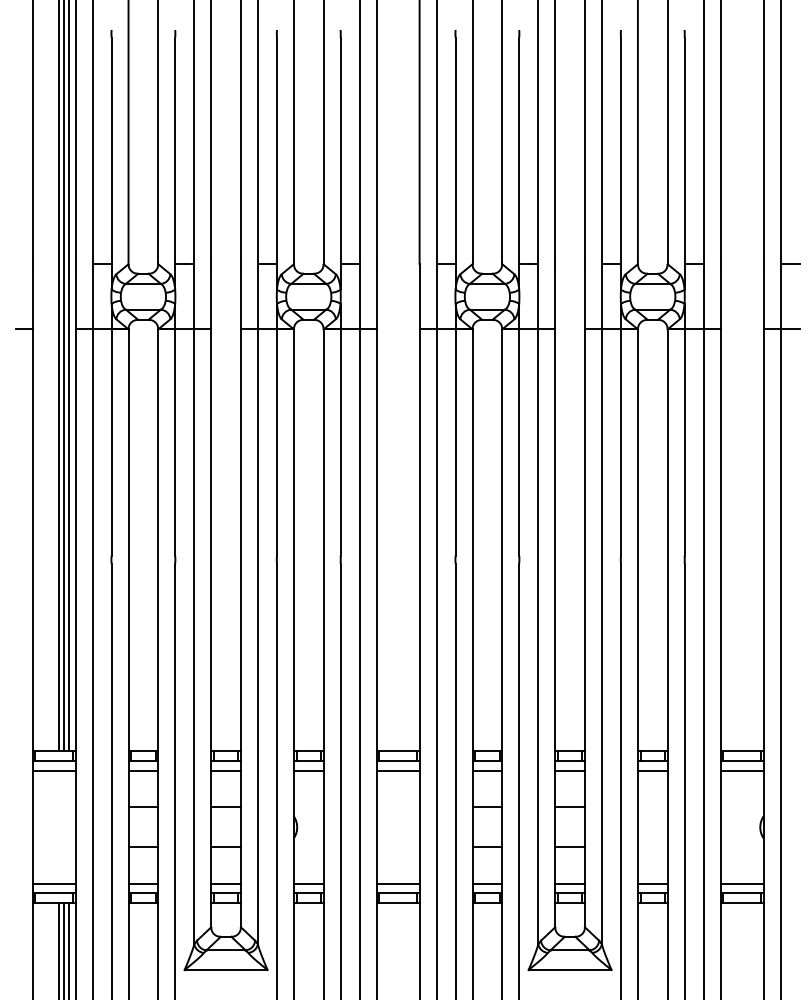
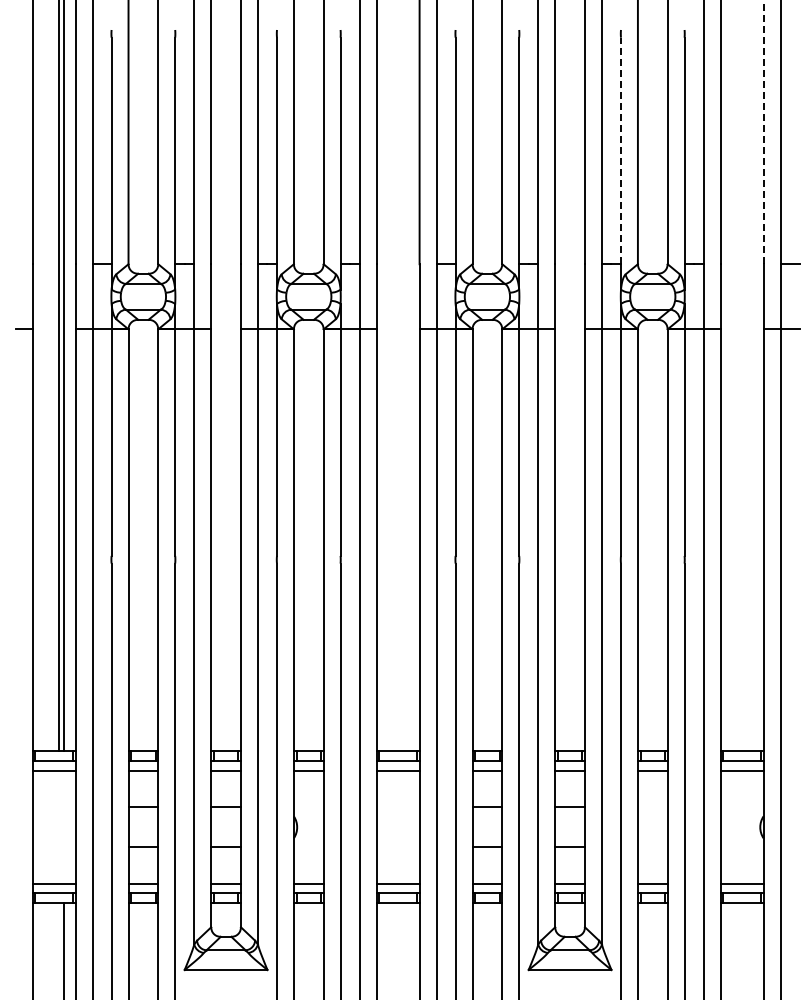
line at (763, 132): solid -> dashed
line at (620, 150): solid -> dashed
line at (68, 376): present -> none
line at (59, 949): present -> none
line at (68, 949): present -> none
